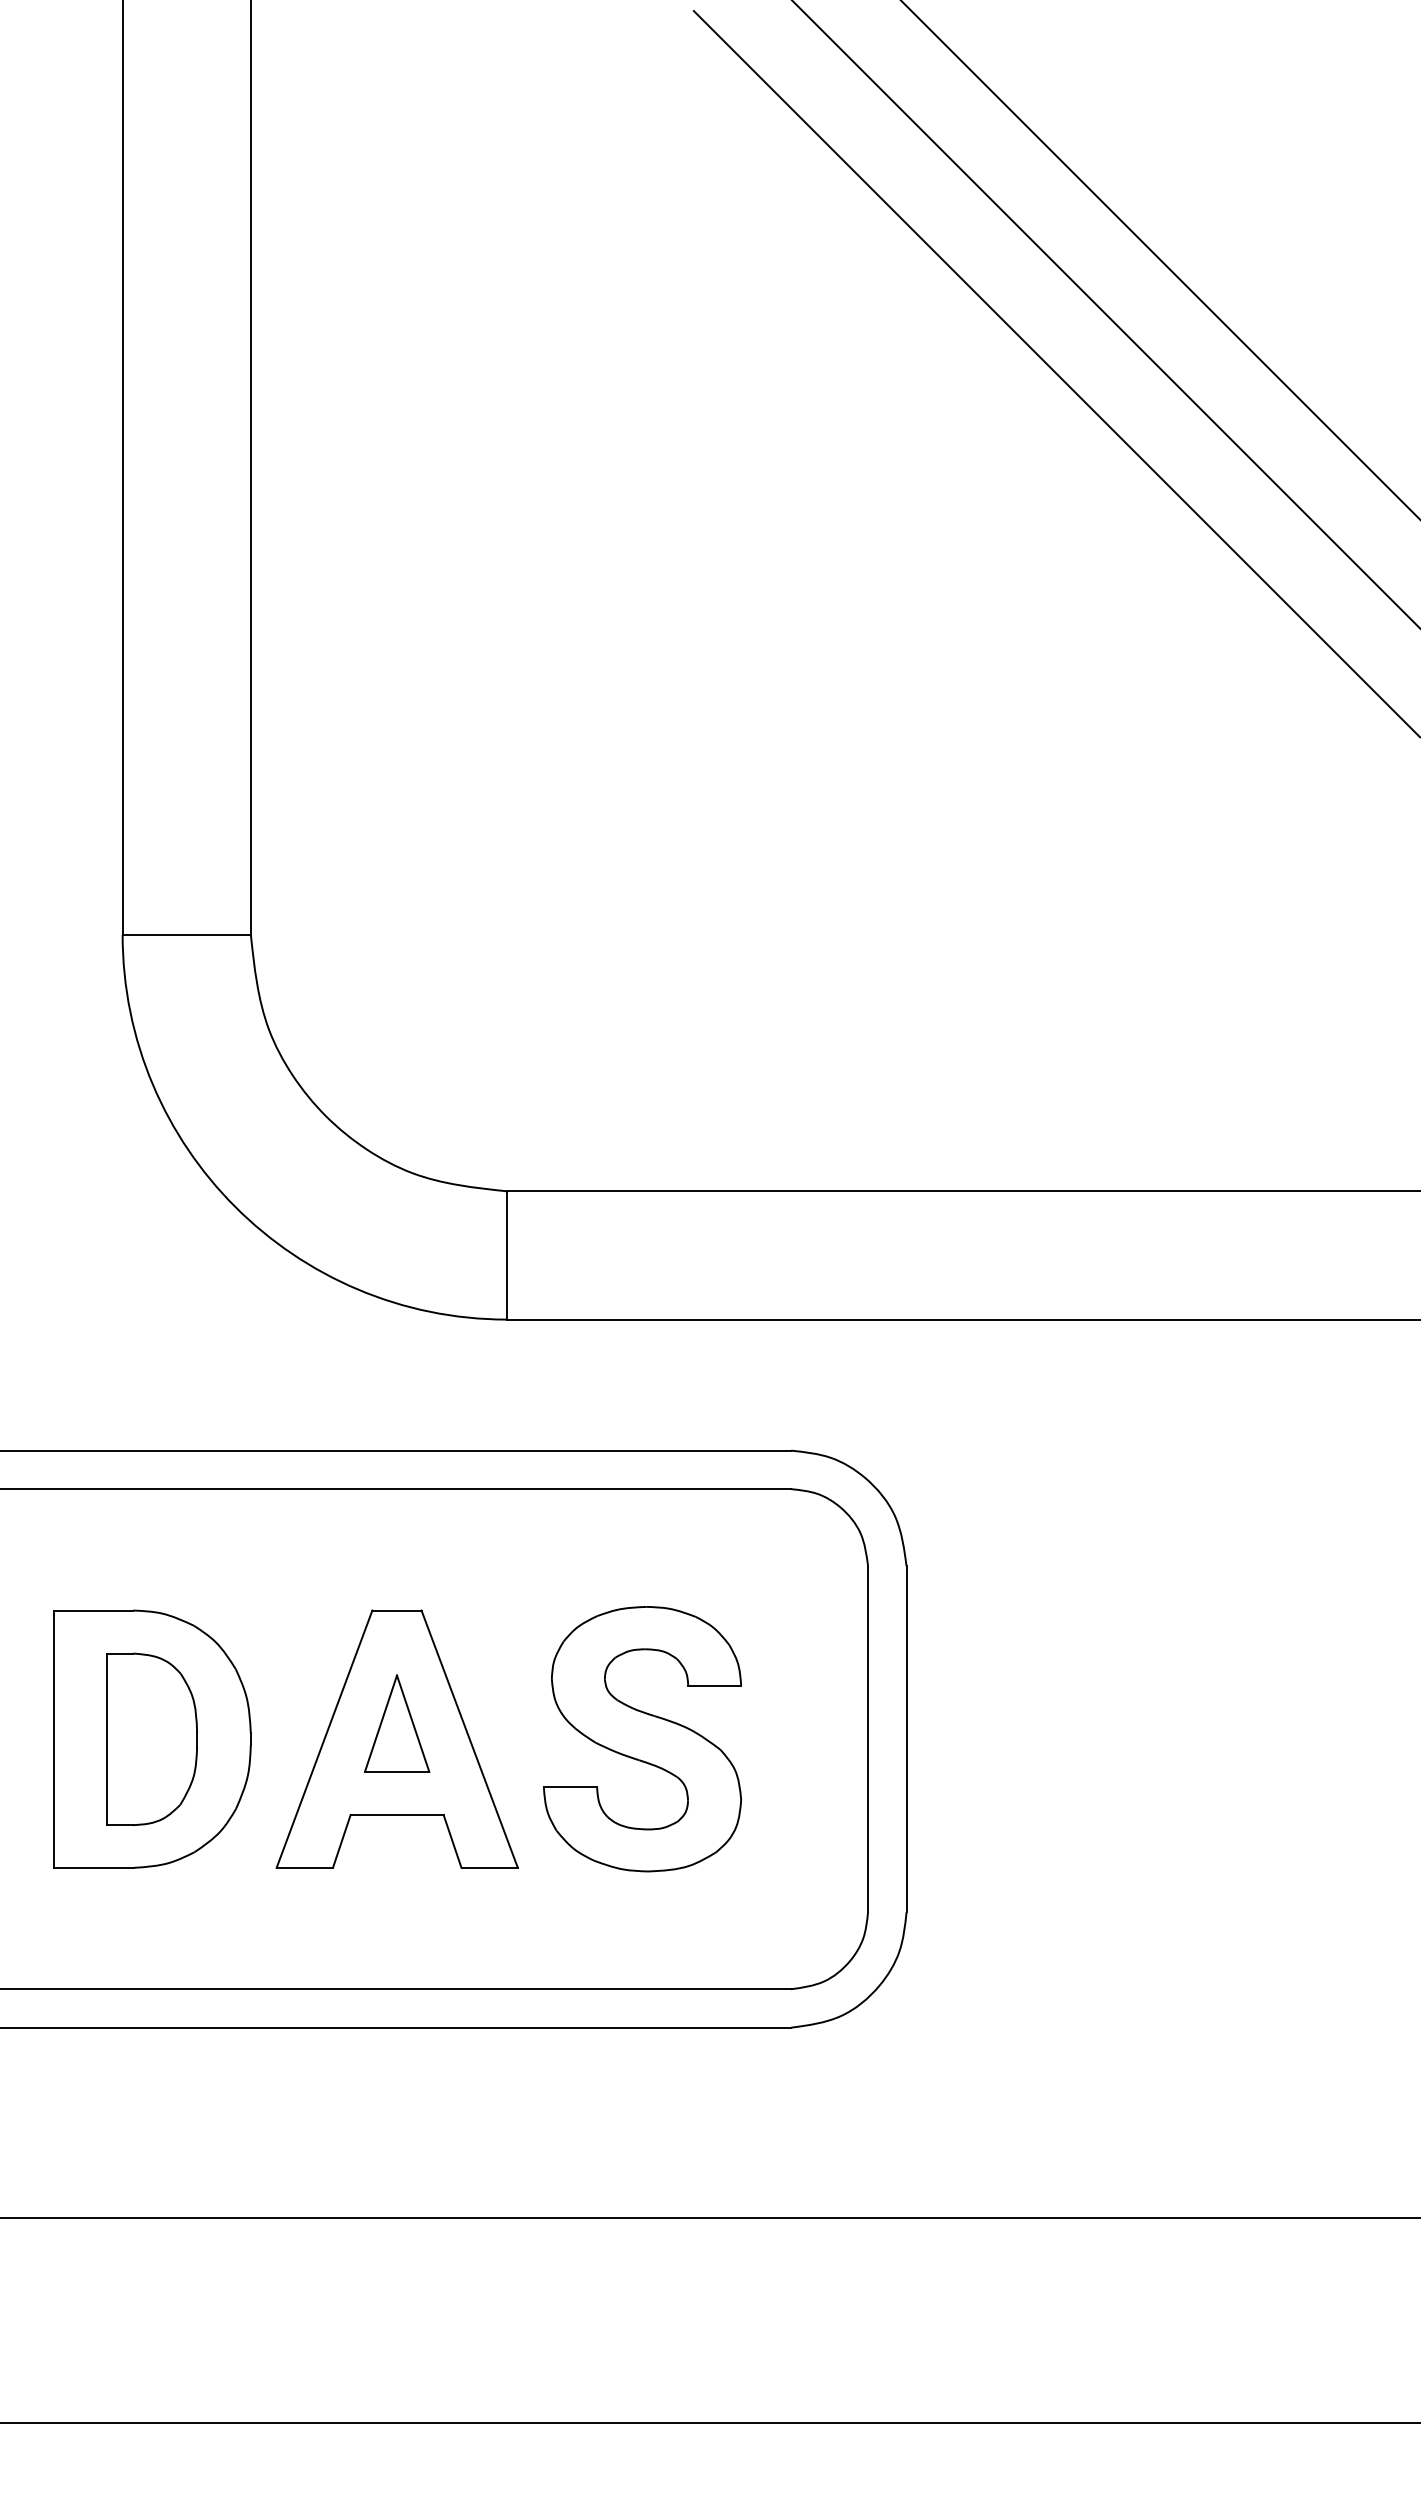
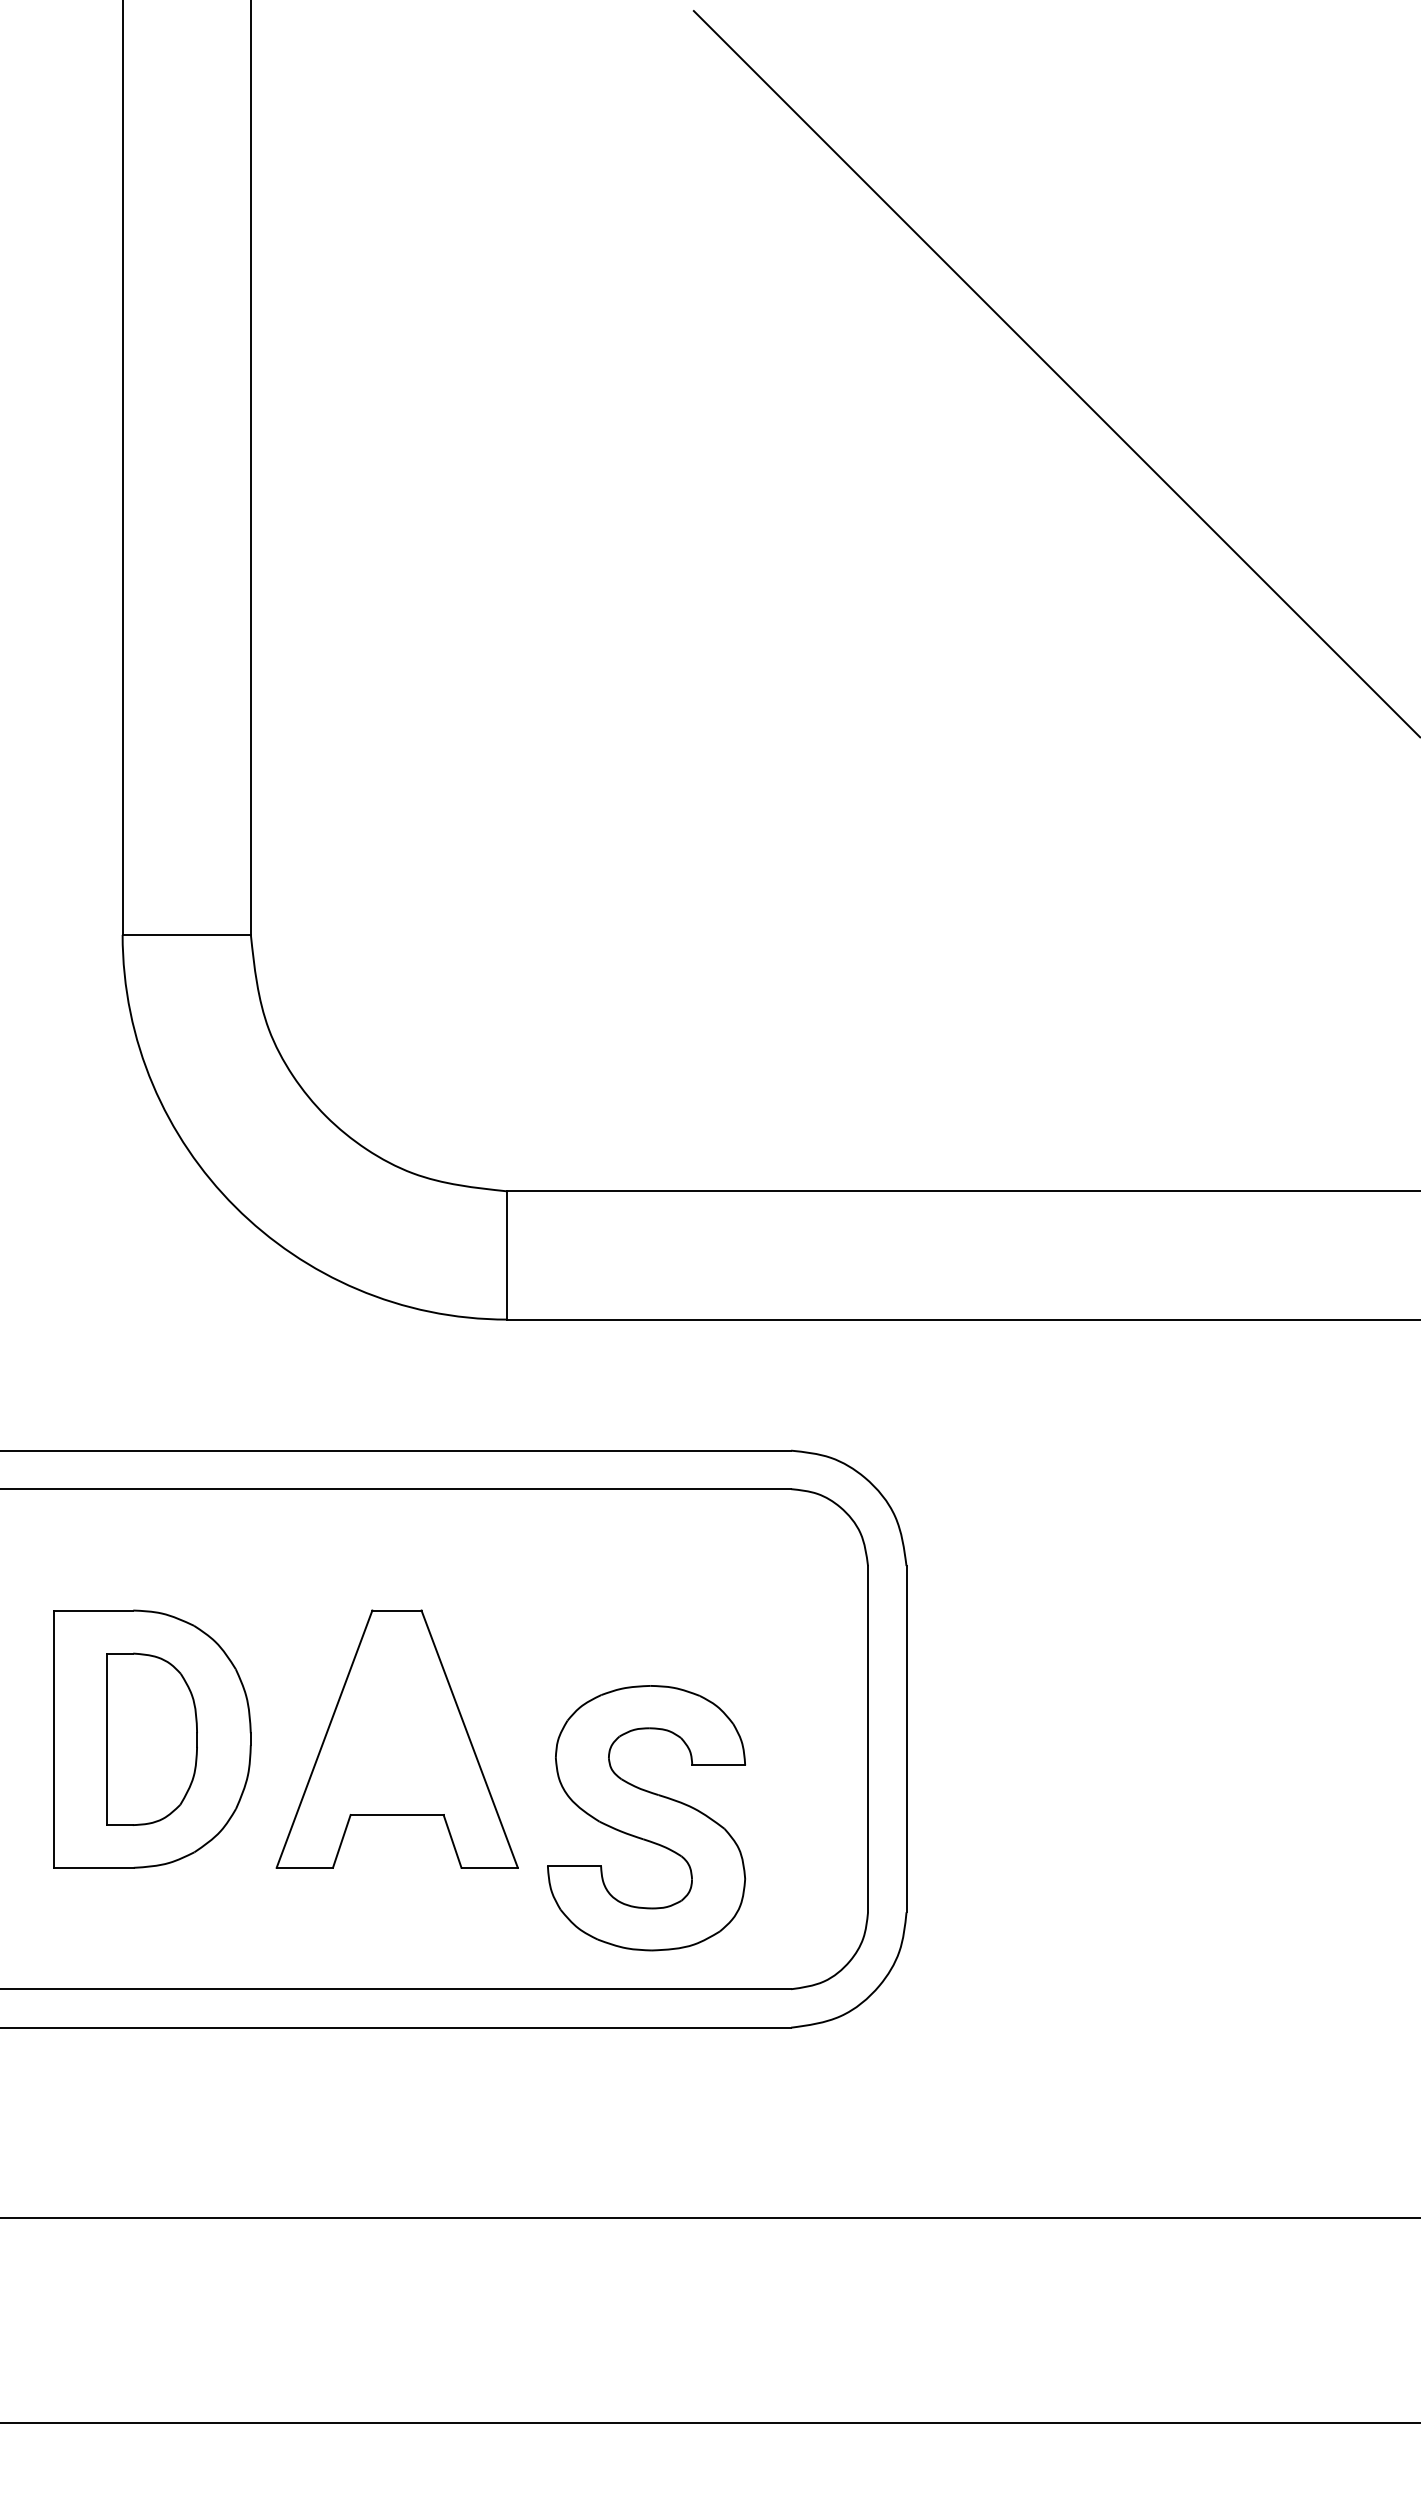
line at (1160, 259): present -> none
line at (1105, 313): present -> none
part at (397, 1723): present -> none
part at (642, 1739) position: (642, 1739) -> (646, 1818)
